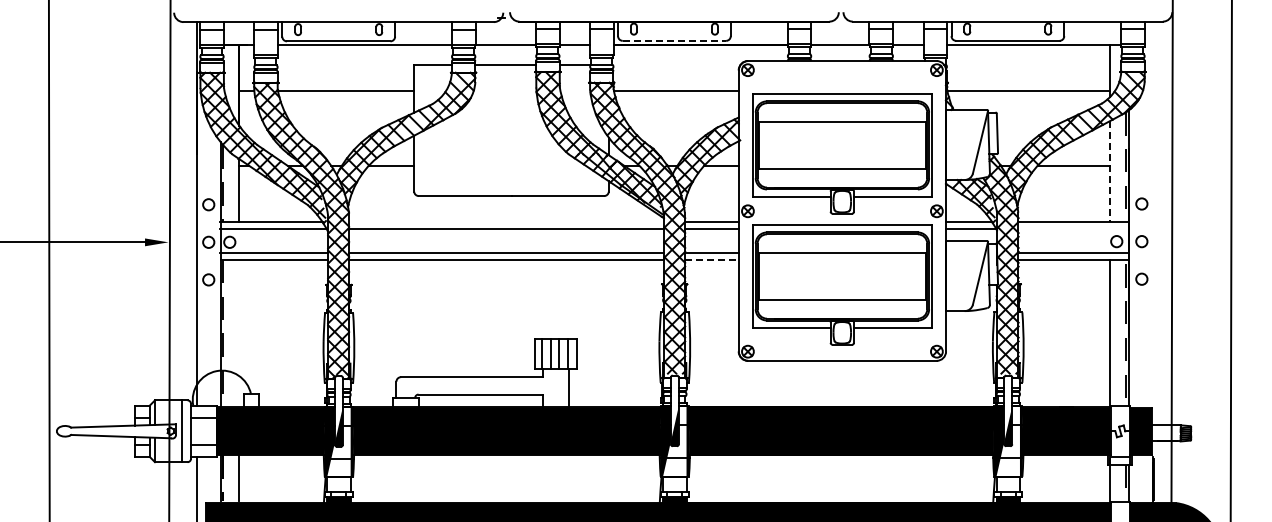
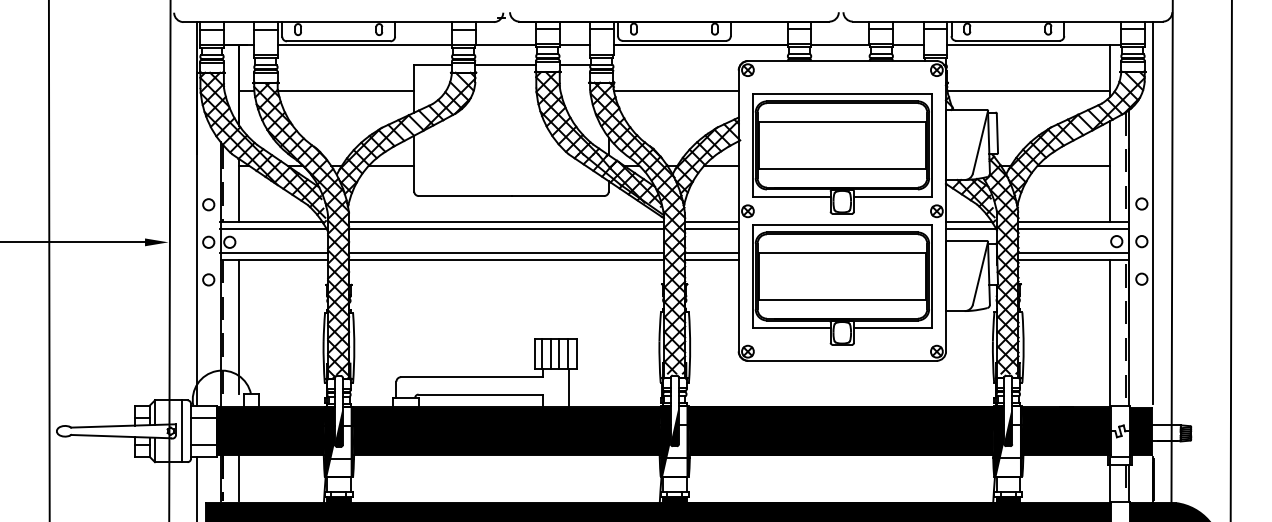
line at (674, 40): dashed -> solid
line at (1110, 171): dashed -> solid
line at (1152, 212): none -> present
line at (506, 222): none -> present
line at (1073, 229): none -> present
line at (711, 259): dashed -> solid
line at (239, 326): none -> present
